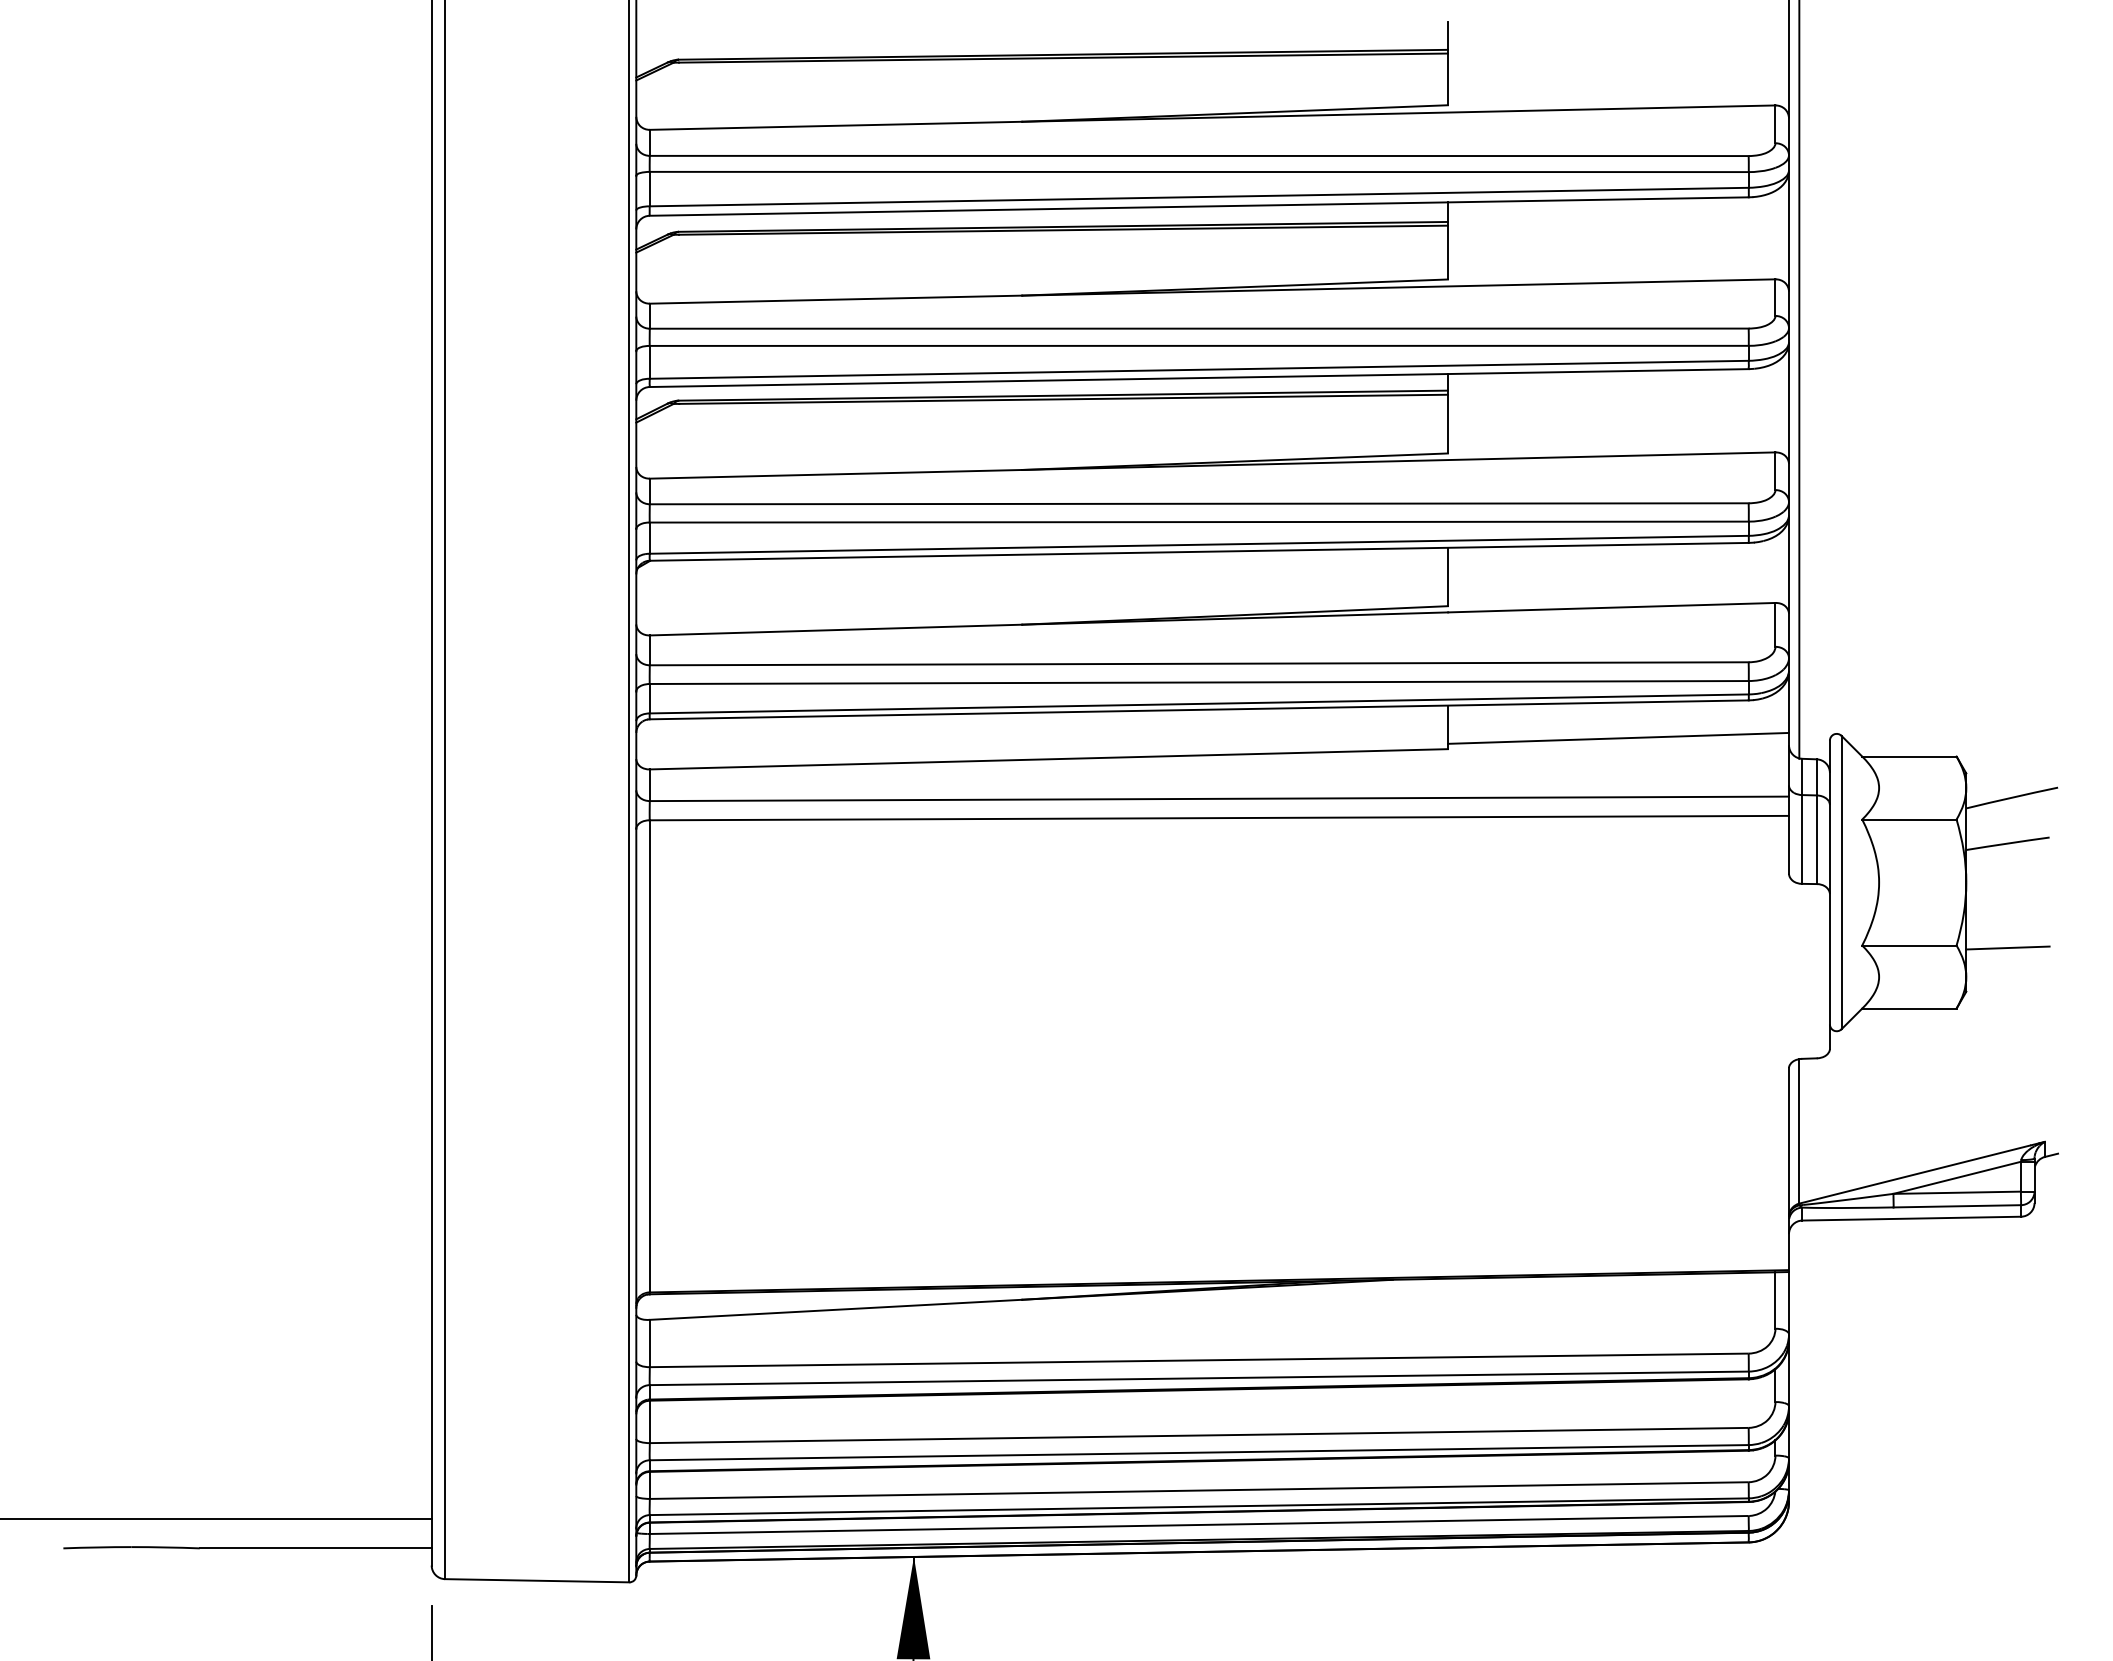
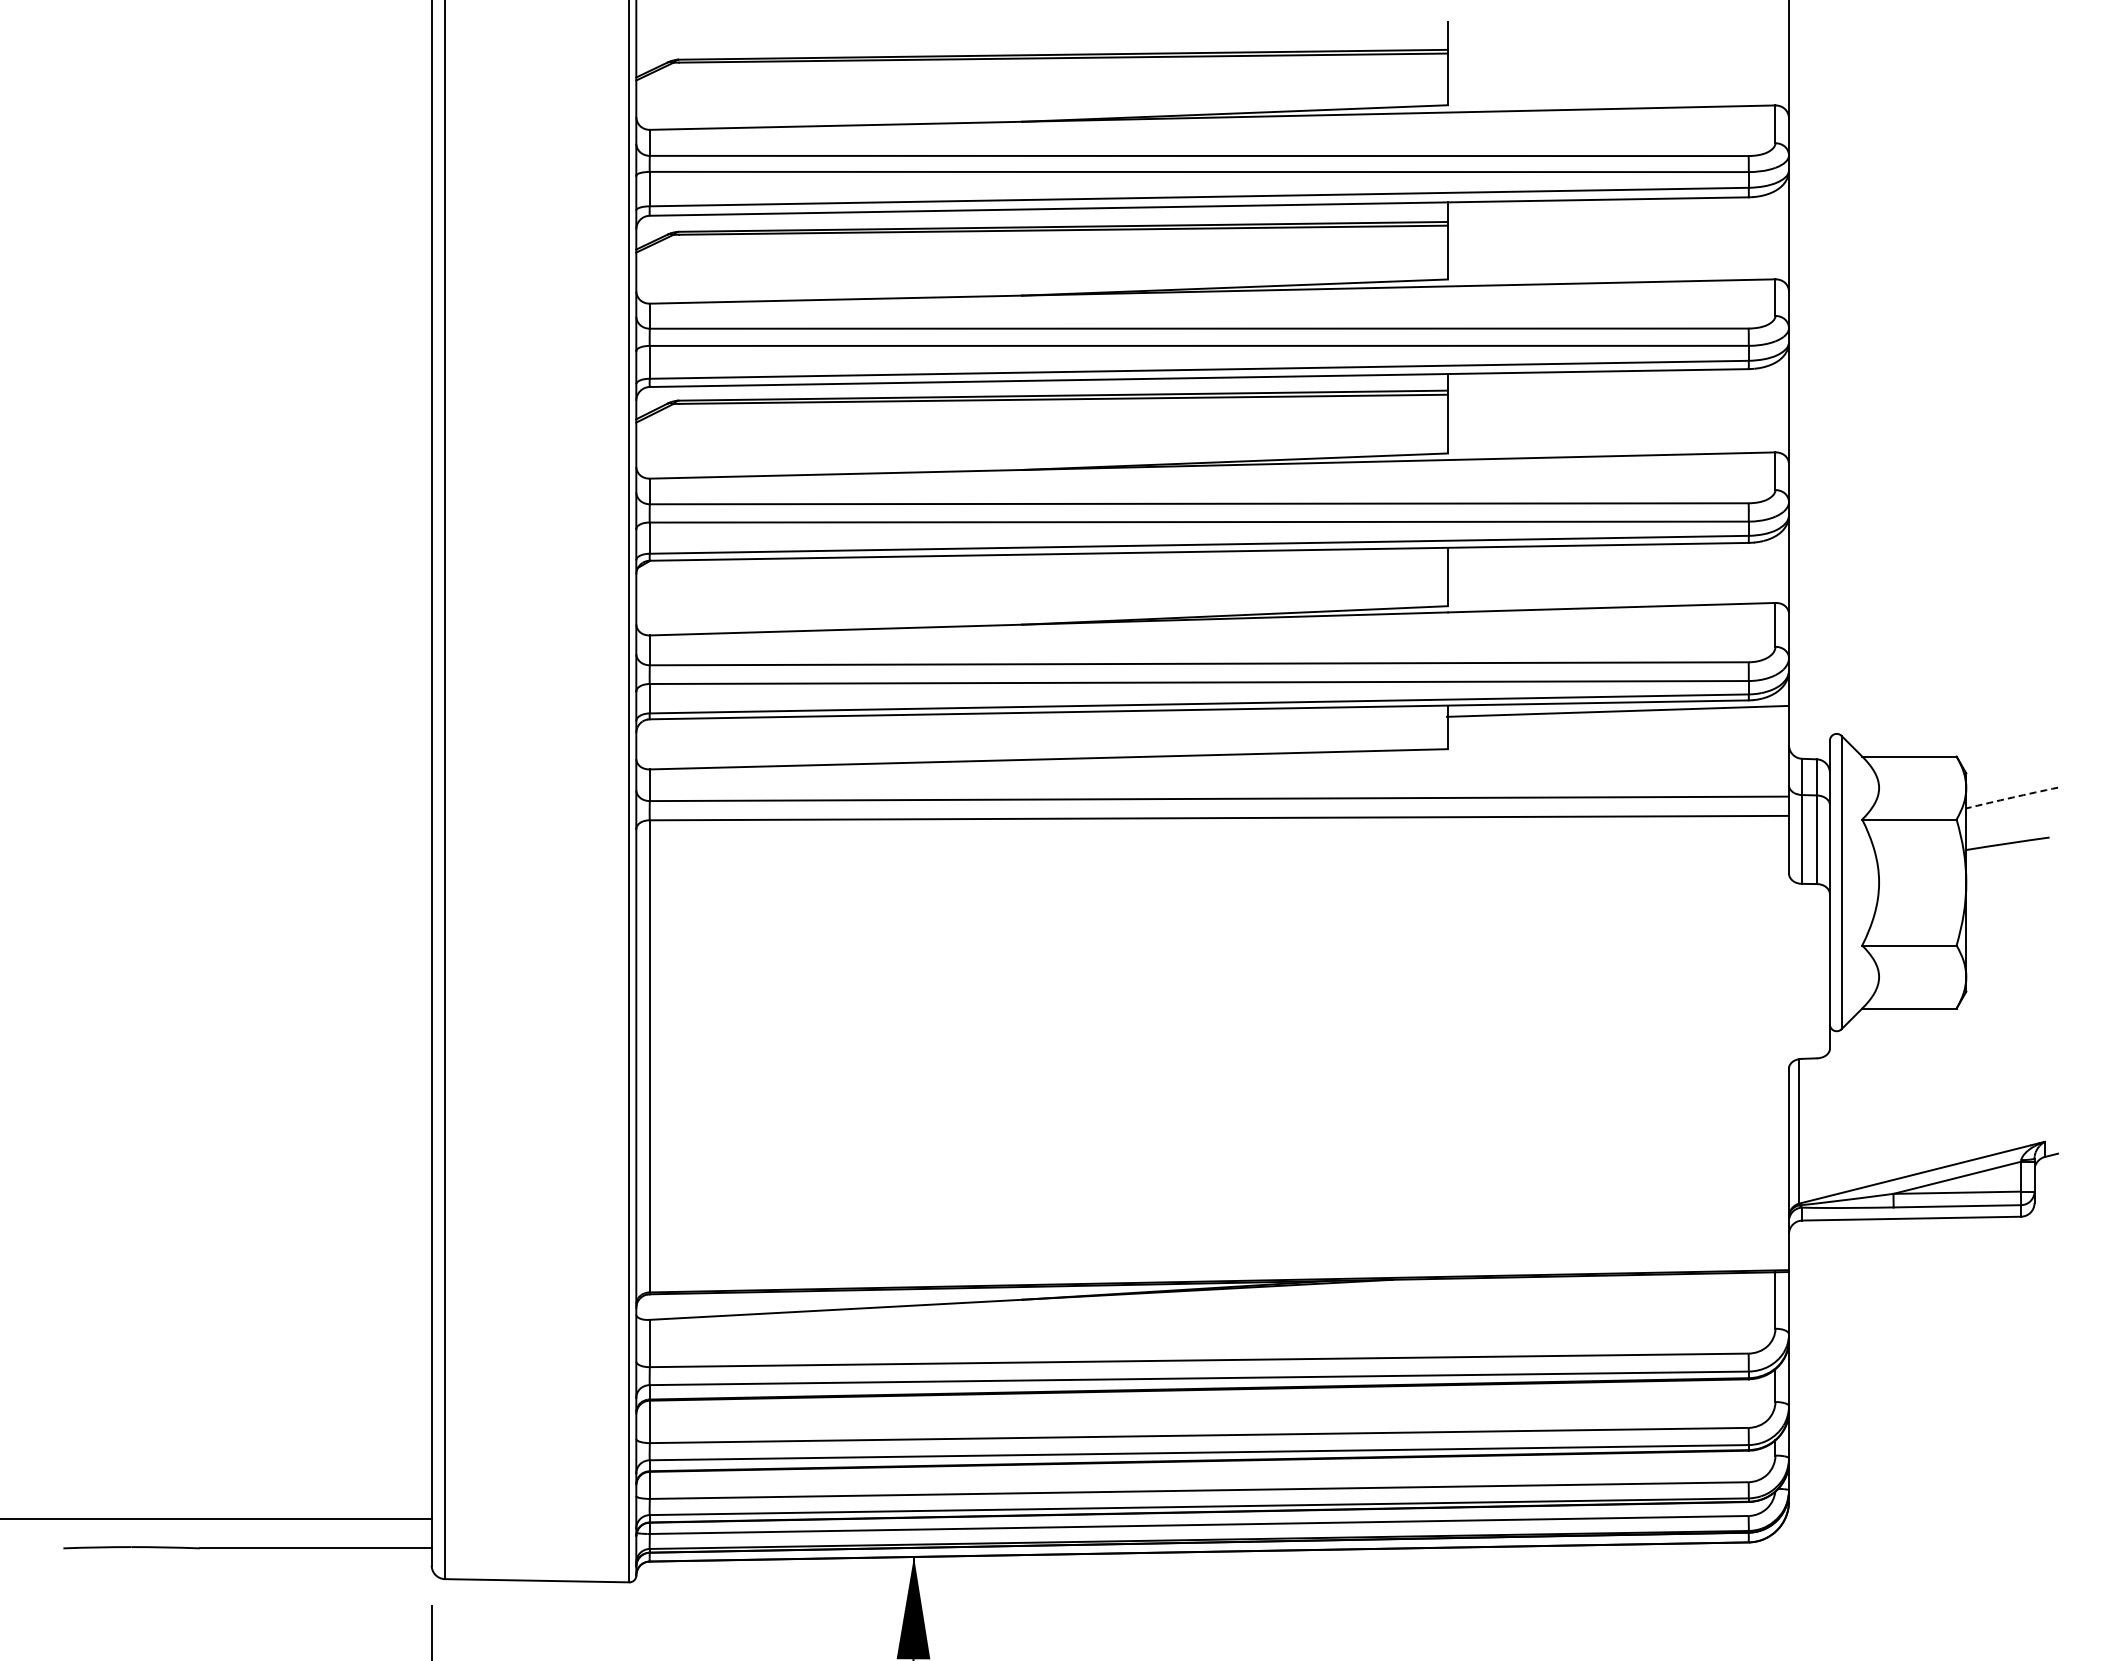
line at (1799, 380): present -> none
line at (1617, 737) position: (1617, 737) -> (1616, 710)
arc at (2012, 797): solid -> dashed
line at (2007, 947): present -> none
